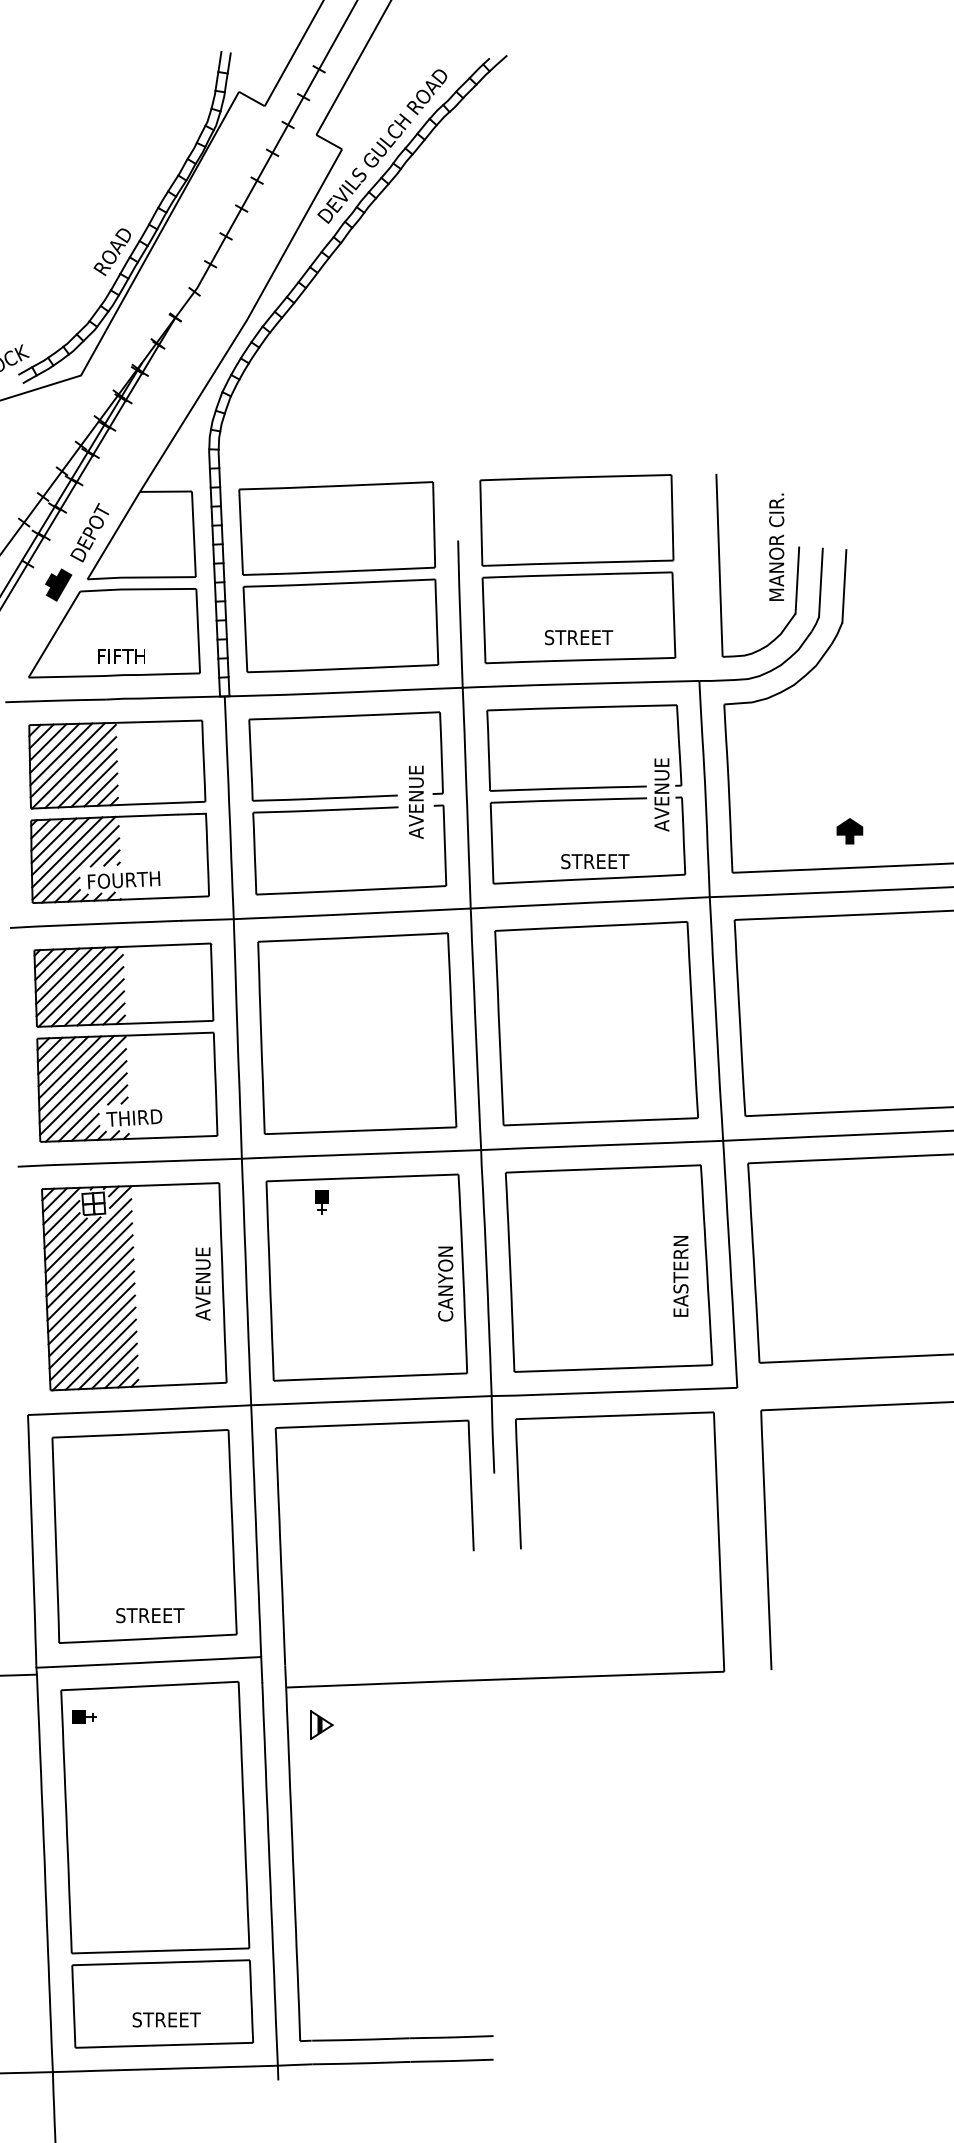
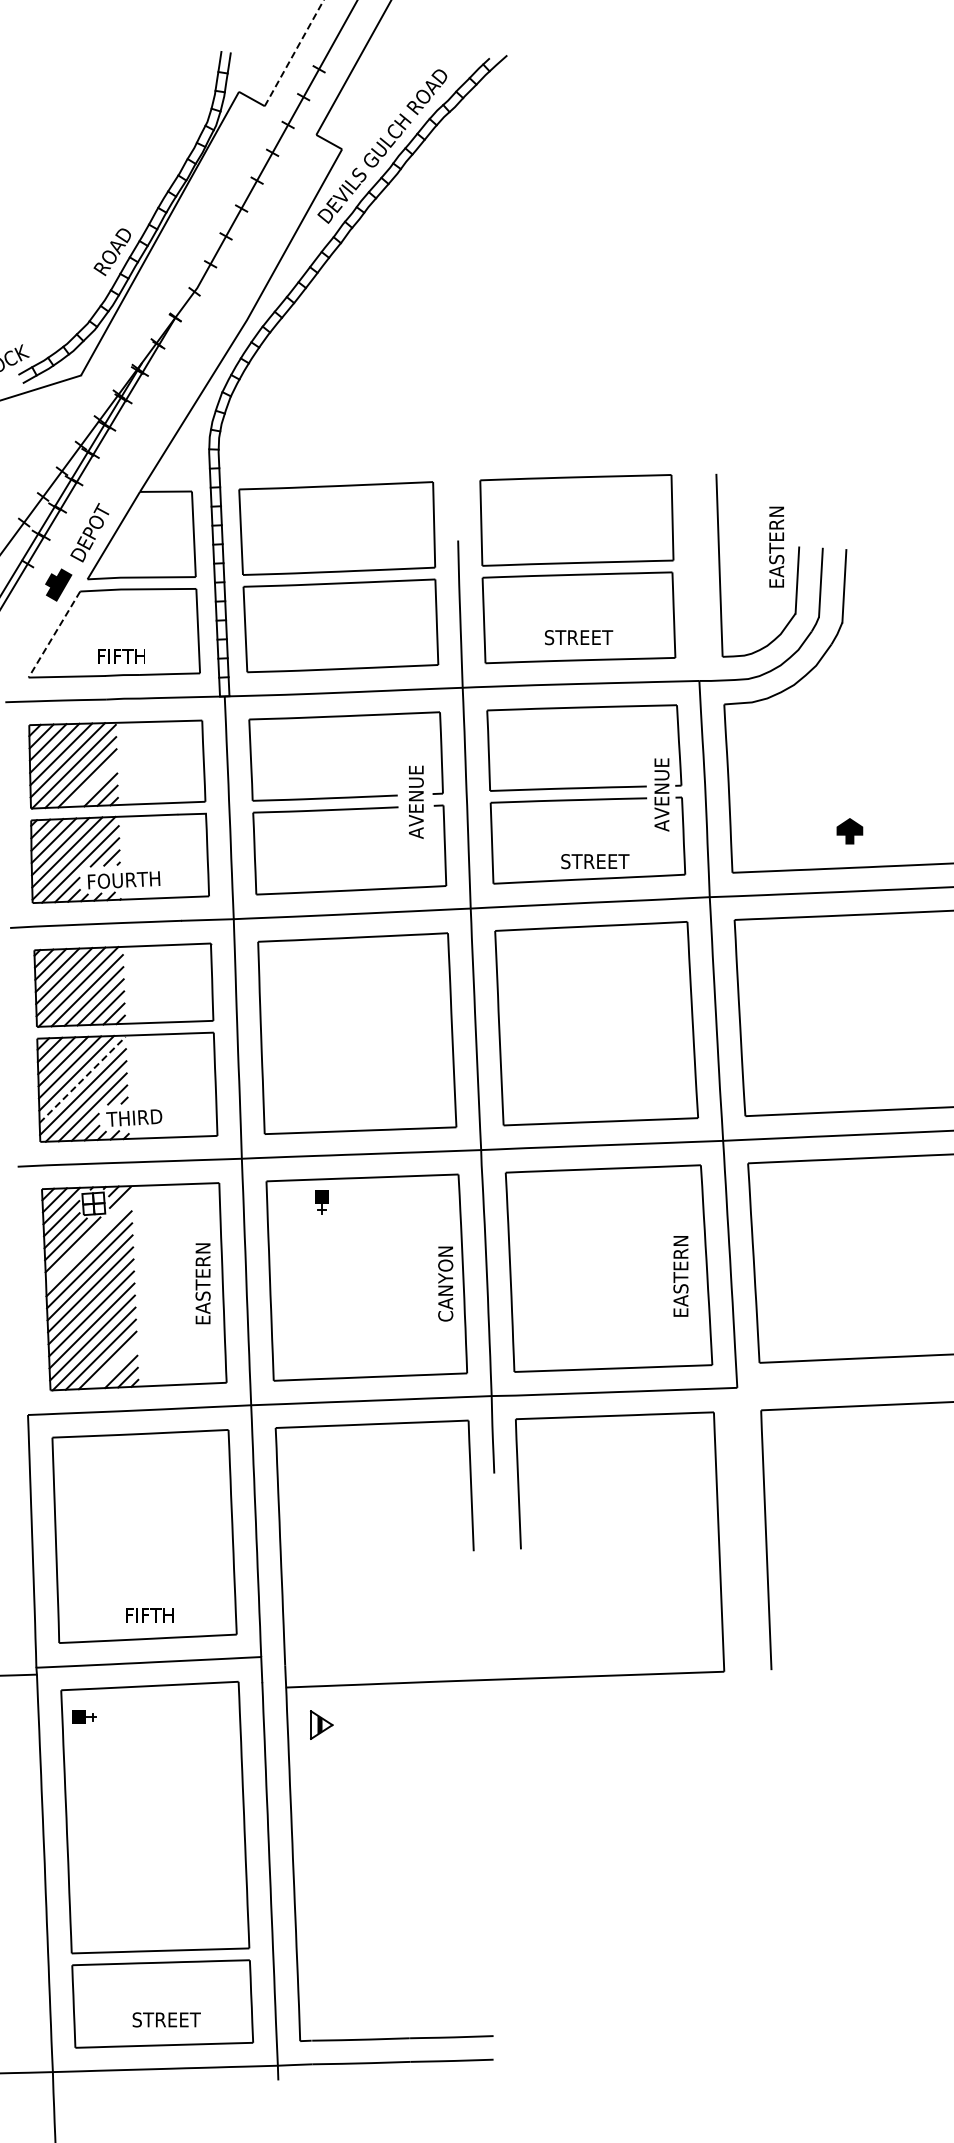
line at (294, 52): solid -> dashed
text at (776, 546): MANOR CIR. -> EASTERN
line at (54, 634): solid -> dashed
line at (93, 783): present -> none
line at (82, 1079): solid -> dashed
line at (88, 1241): present -> none
text at (202, 1283): AVENUE -> EASTERN
line at (114, 1365): present -> none
text at (150, 1615): STREET -> FIFTH
